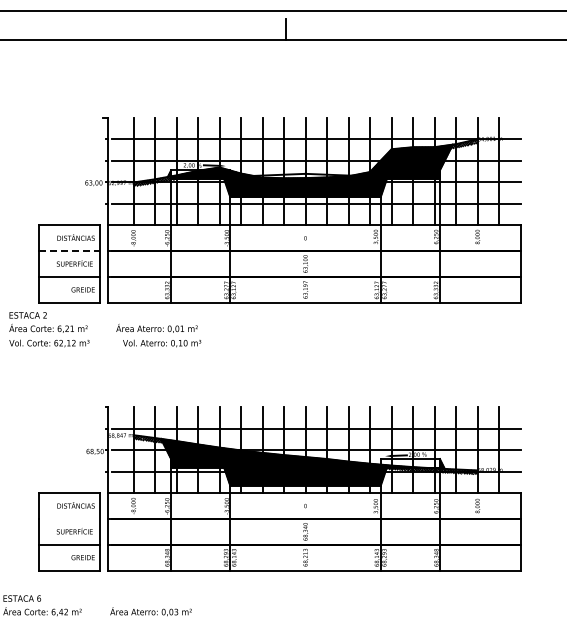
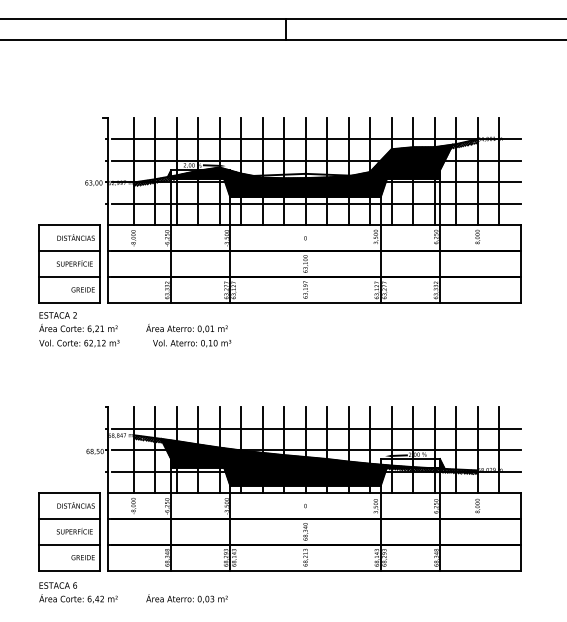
line at (282, 10) position: (282, 10) -> (282, 18)
line at (69, 251): dashed -> solid
text at (105, 329) position: (105, 329) -> (135, 329)
line at (69, 518): none -> present
text at (97, 605) position: (97, 605) -> (133, 592)
